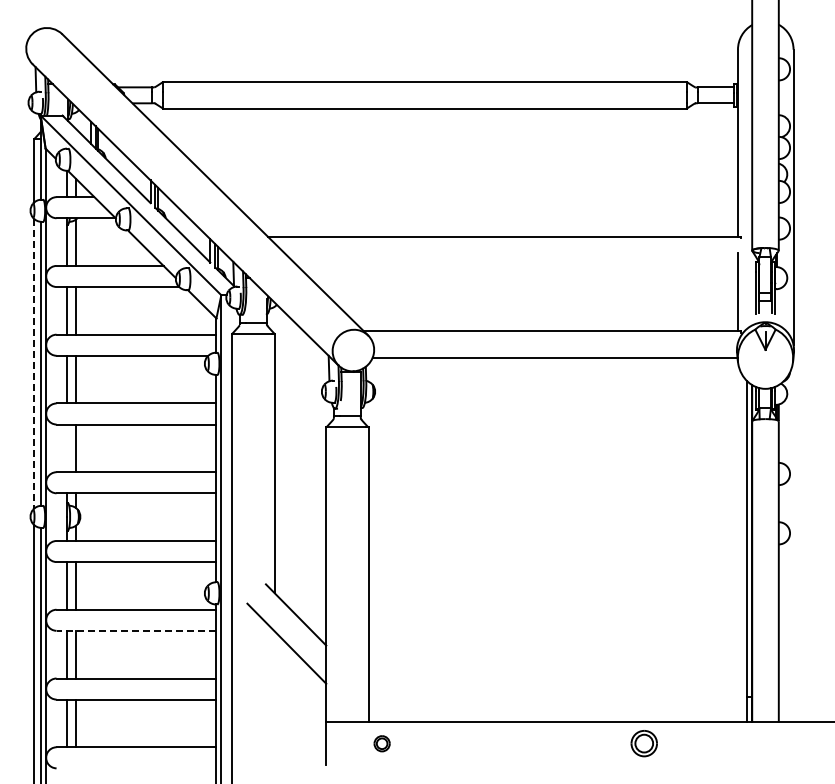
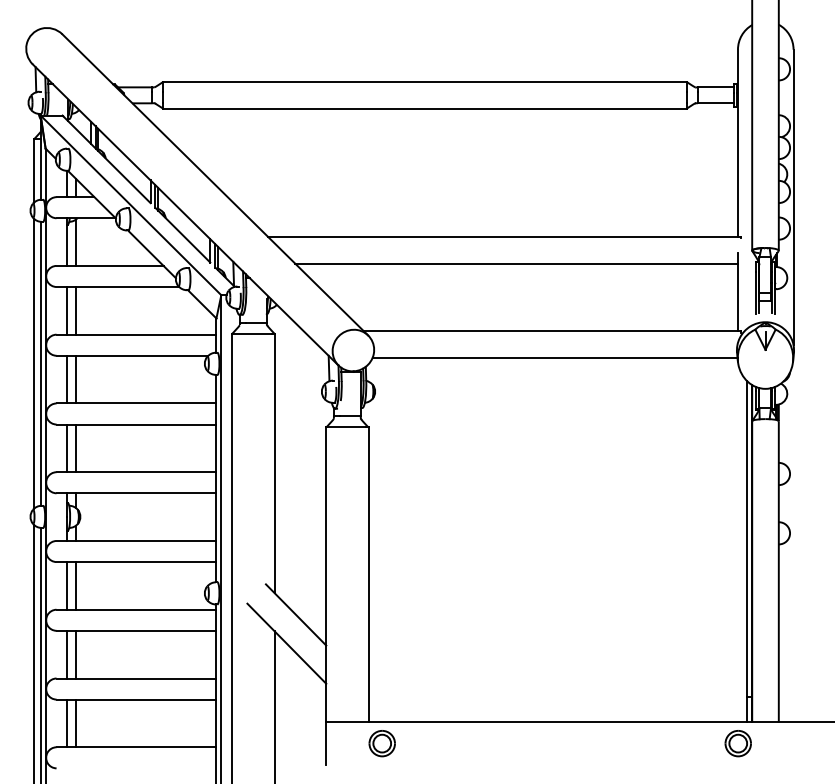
line at (516, 263): none -> present
line at (33, 364): dashed -> solid
line at (67, 448): none -> present
line at (136, 630): dashed -> solid
line at (274, 705): none -> present
part at (381, 743) size: 18x18 px -> 28x28 px
part at (643, 743) position: (643, 743) -> (737, 743)
